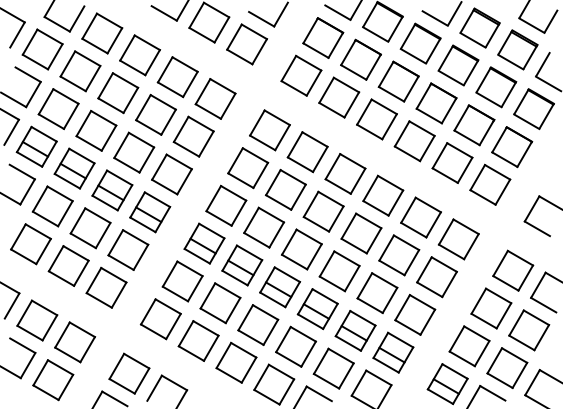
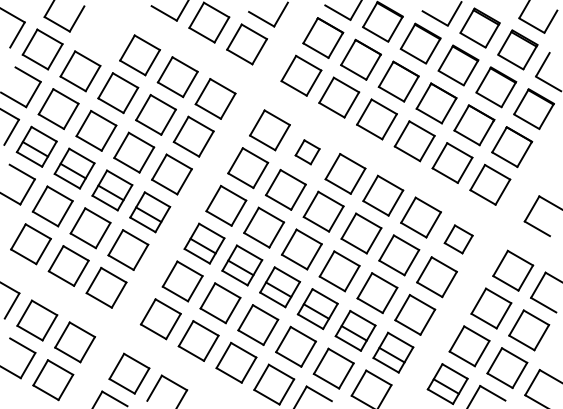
part at (102, 33): present -> none
part at (307, 152) size: 43x43 px -> 27x27 px
part at (458, 239) size: 43x43 px -> 31x31 px
